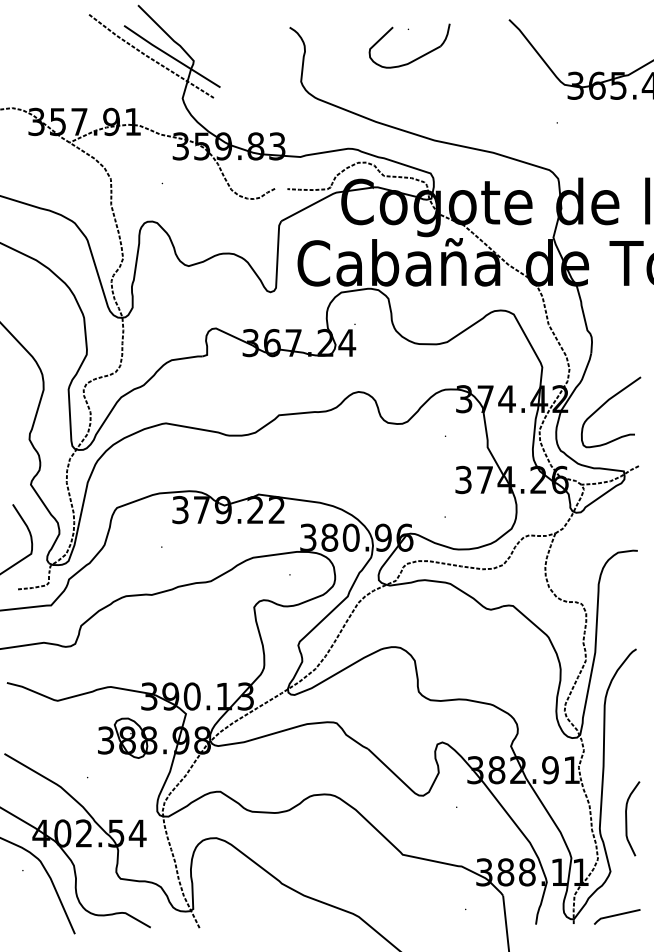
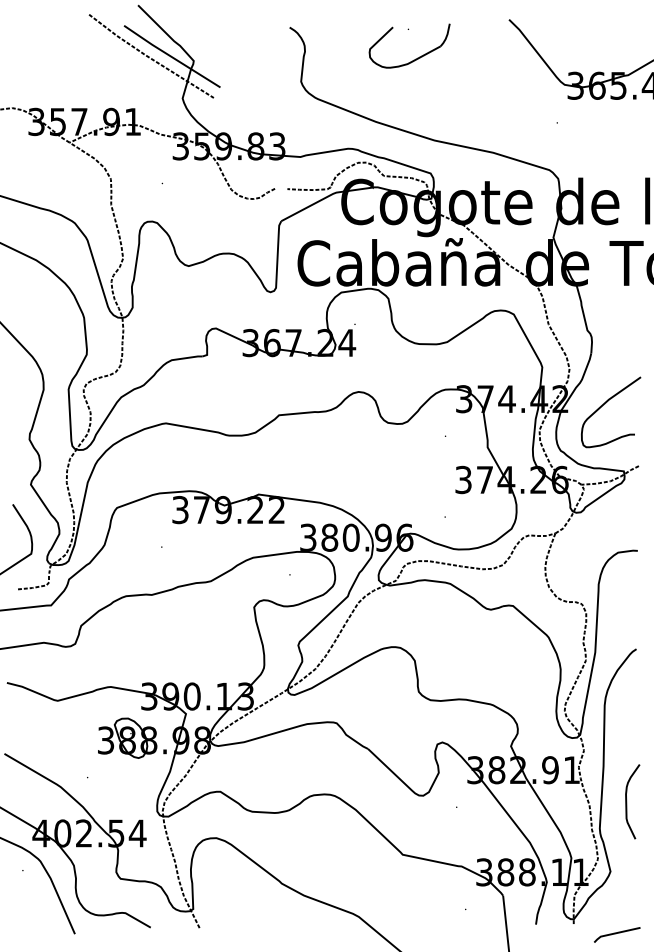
curve at (627, 818) position: (627, 818) -> (627, 801)
line at (617, 915) position: (617, 915) -> (617, 933)
